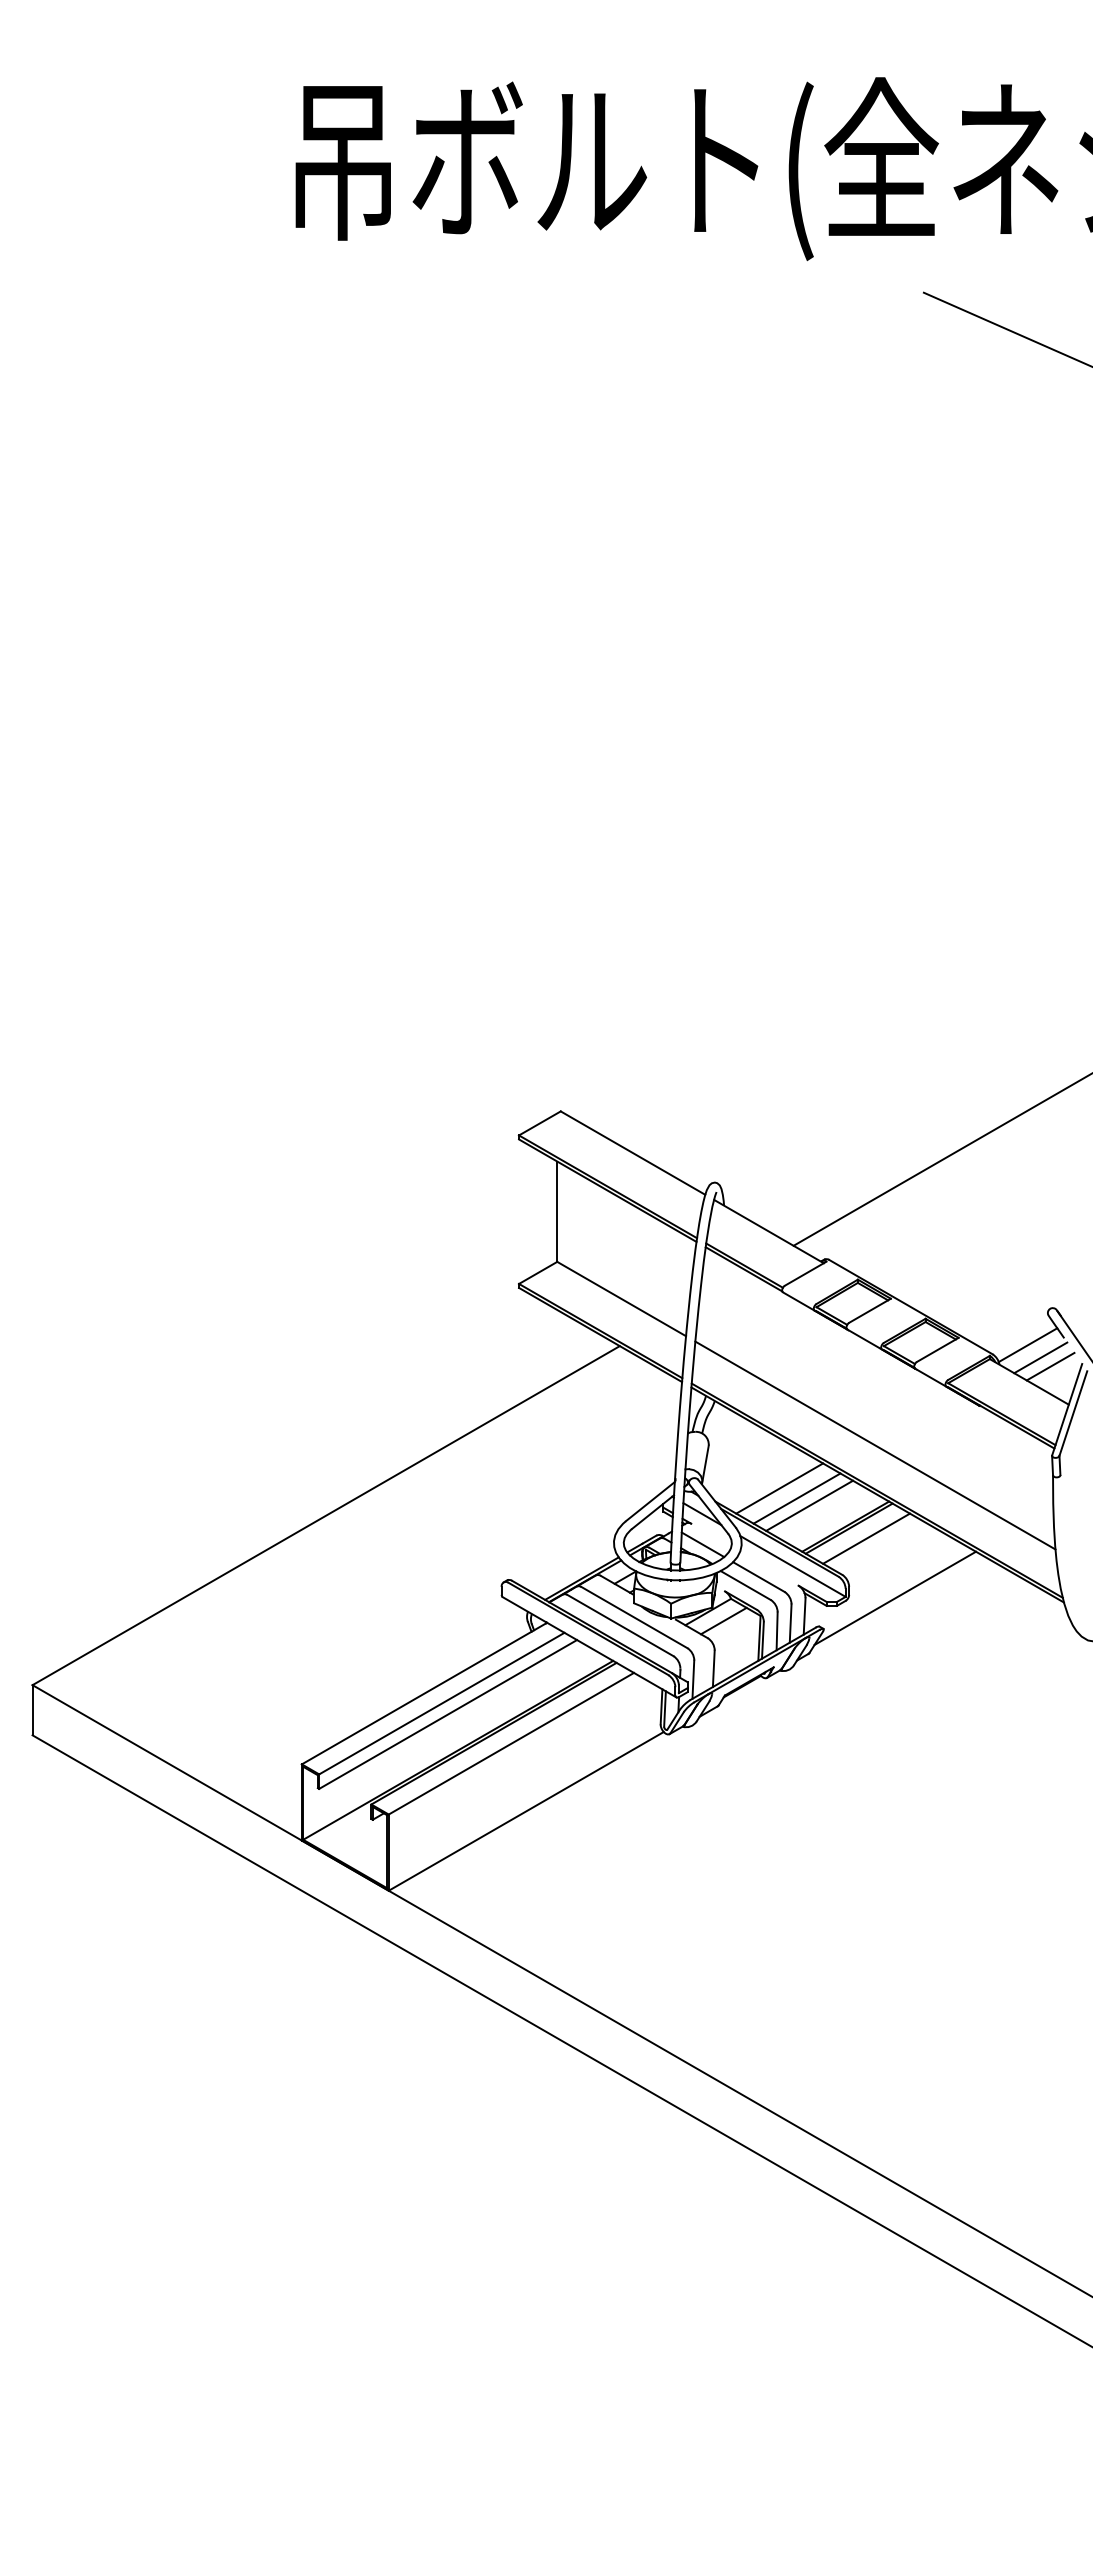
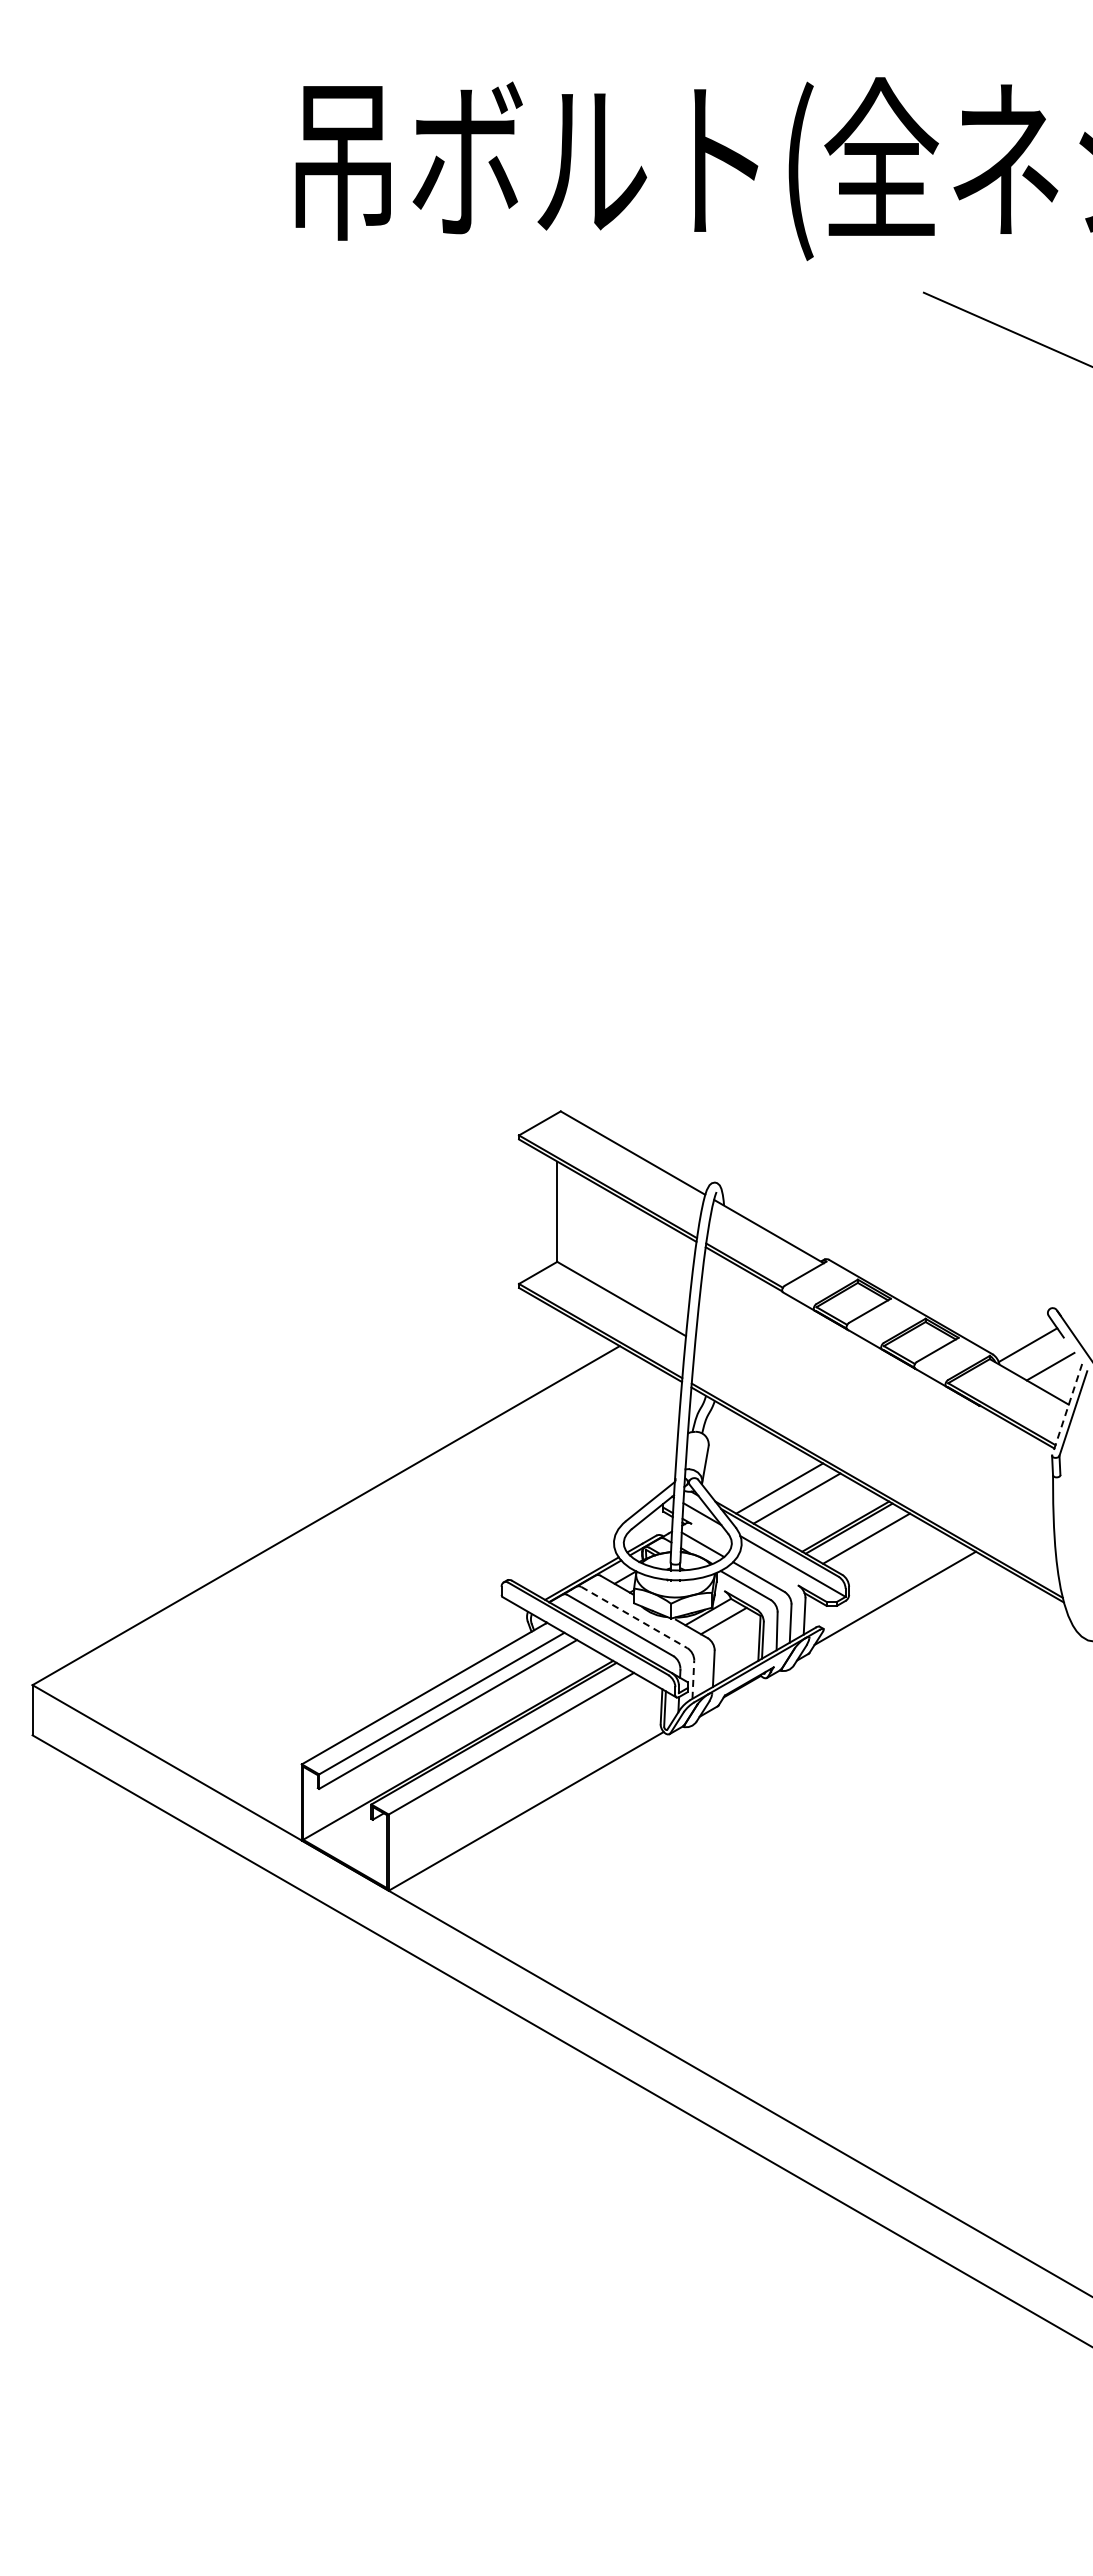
line at (941, 1160): present -> none
line at (1040, 1357): present -> none
line at (1067, 1410): solid -> dashed
line at (875, 1445): present -> none
line at (809, 1505): present -> none
line at (634, 1617): solid -> dashed
line at (693, 1679): solid -> dashed
